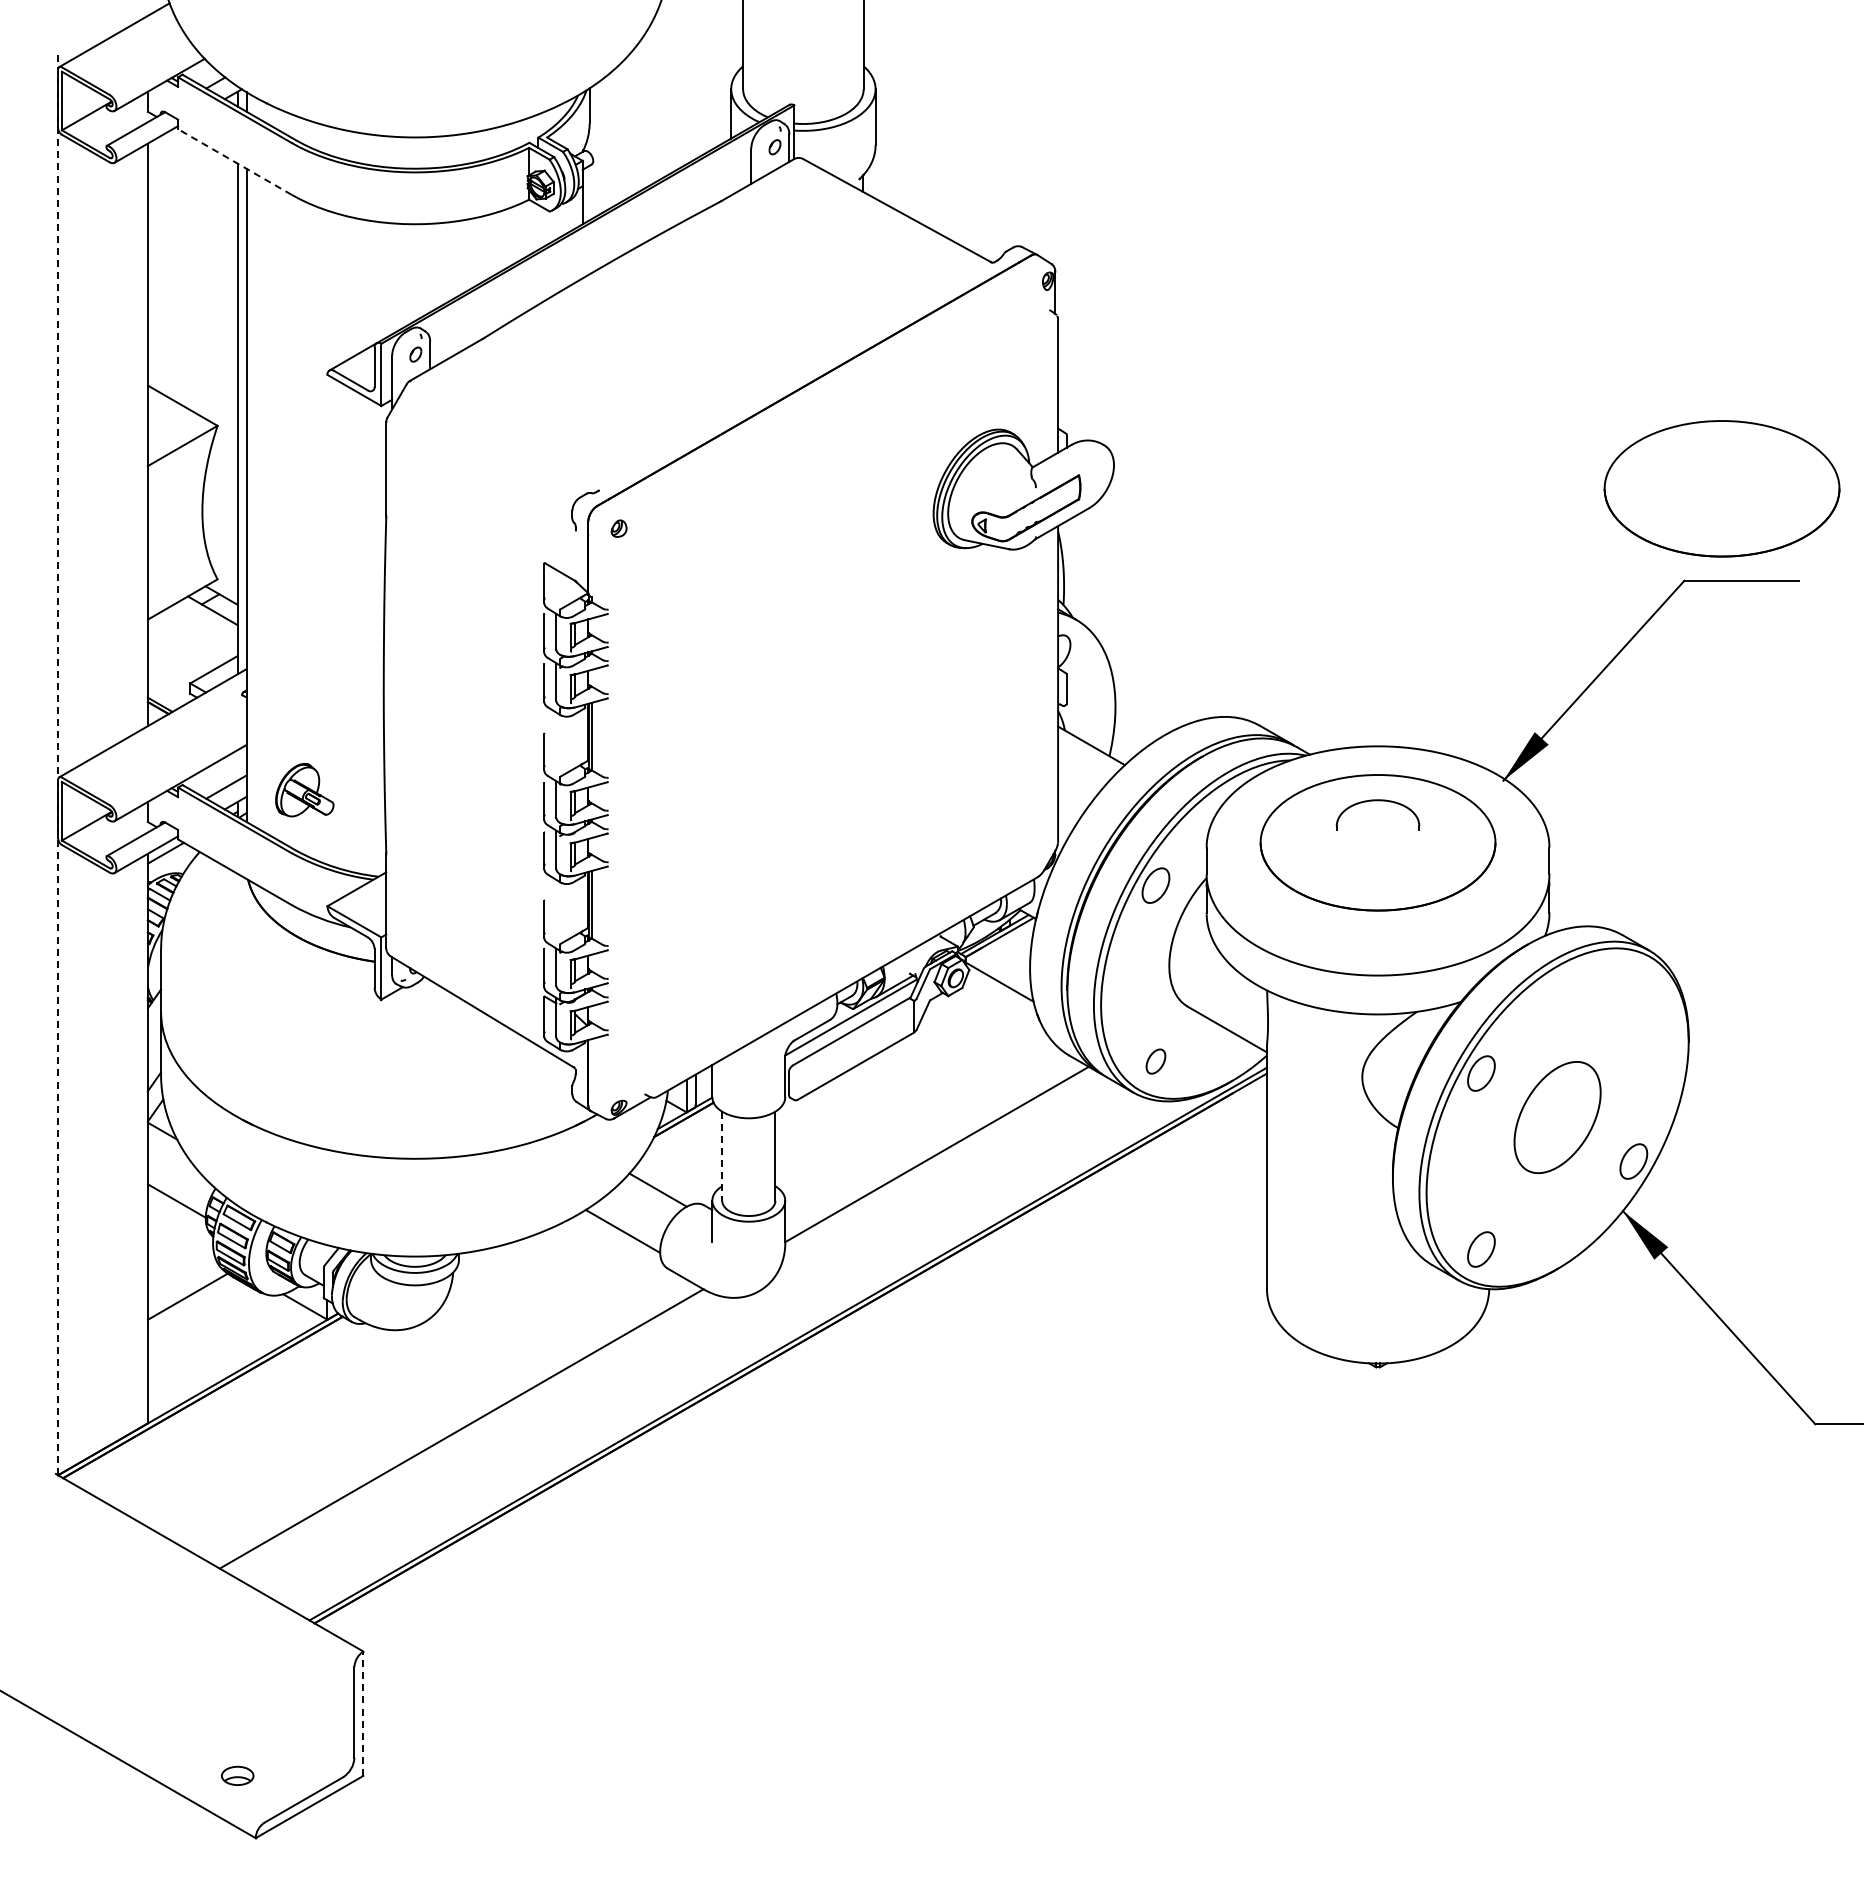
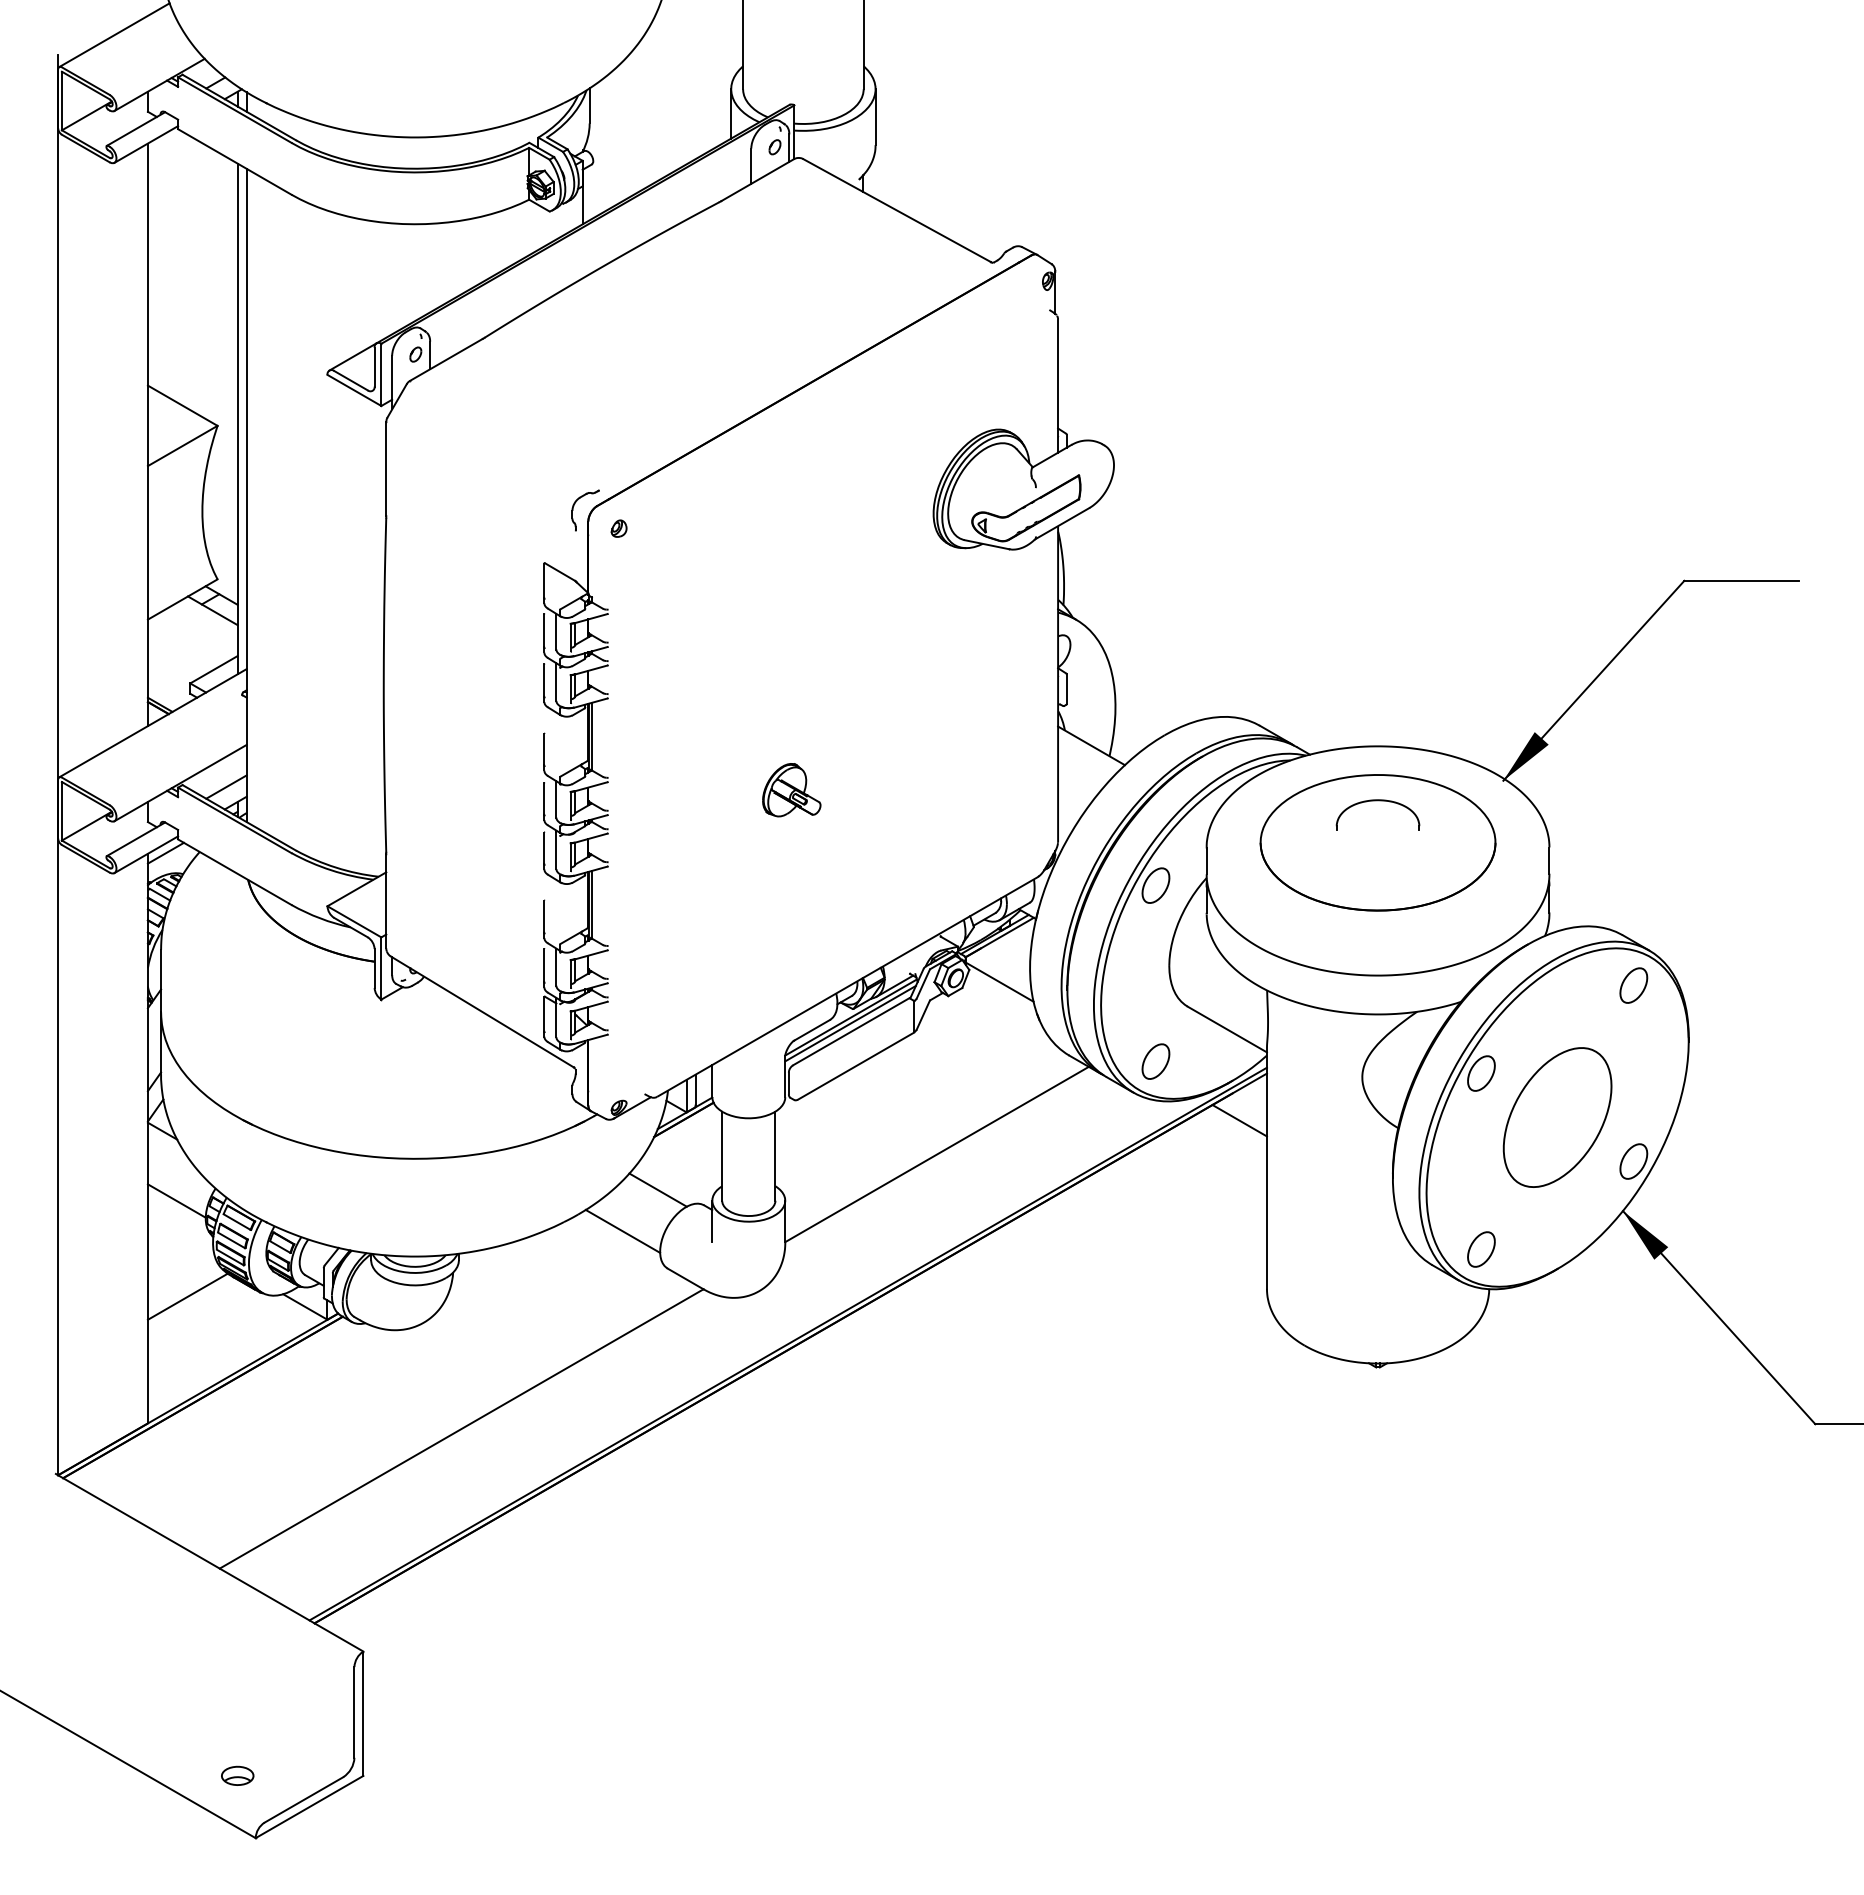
line at (234, 161): dashed -> solid
part at (1721, 488): present -> none
line at (58, 765): dashed -> solid
part at (304, 790) position: (304, 790) -> (791, 790)
part at (1633, 985): none -> present
line at (850, 1023): none -> present
part at (1155, 1061) size: 22x27 px -> 30x37 px
part at (1557, 1117) size: 89x114 px -> 111x141 px
line at (1239, 1120): none -> present
line at (722, 1156): dashed -> solid
line at (363, 1713): dashed -> solid
